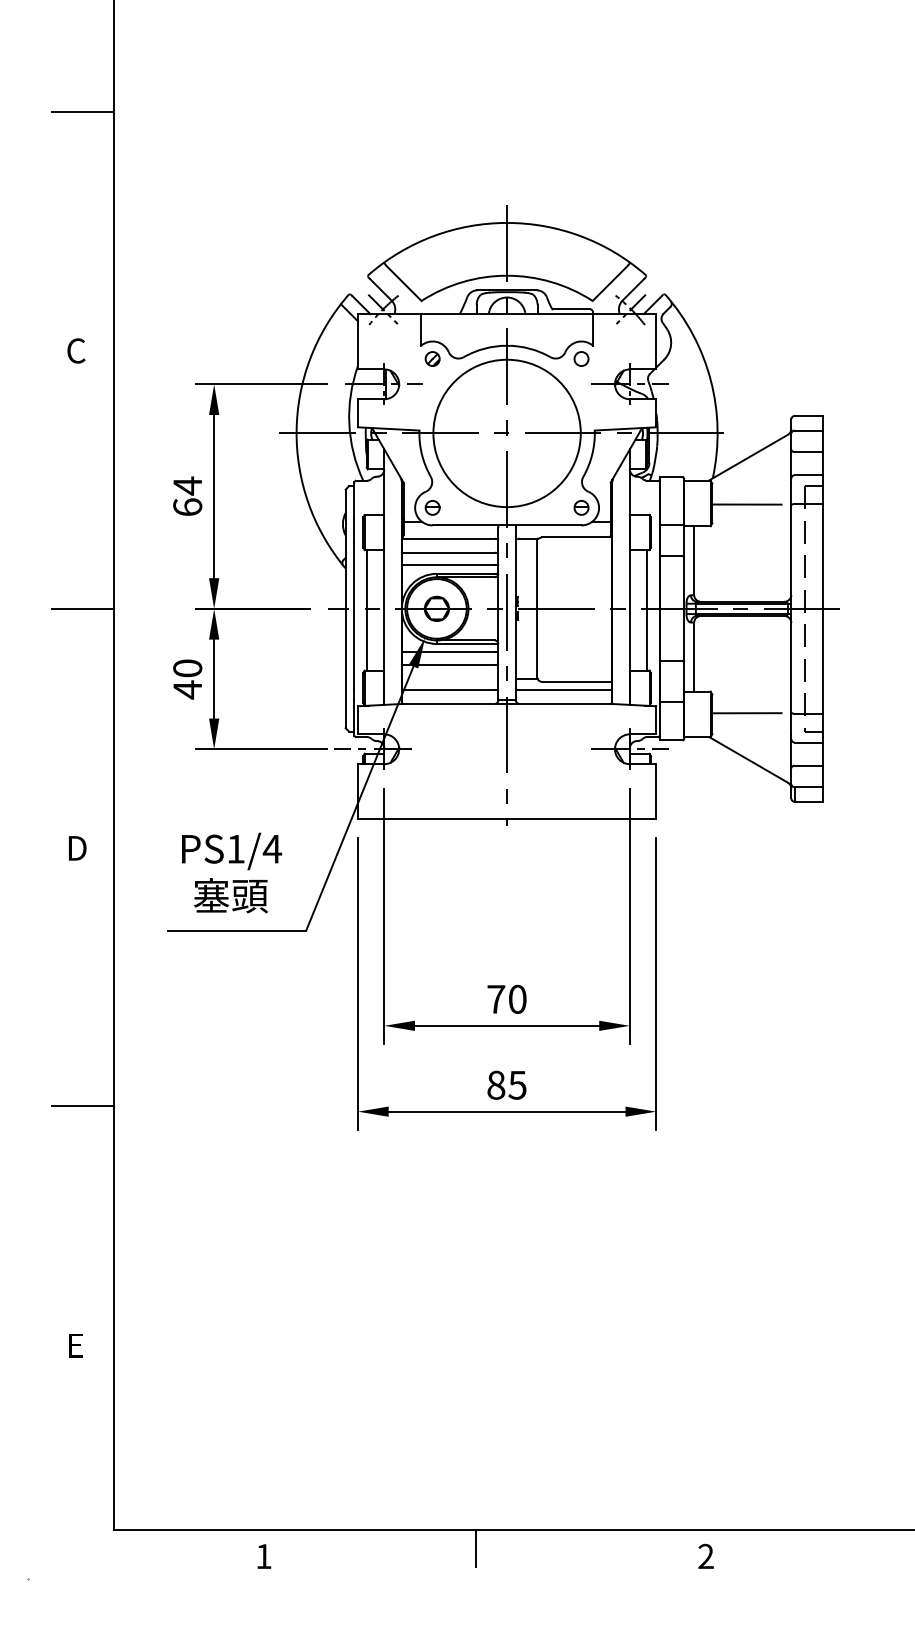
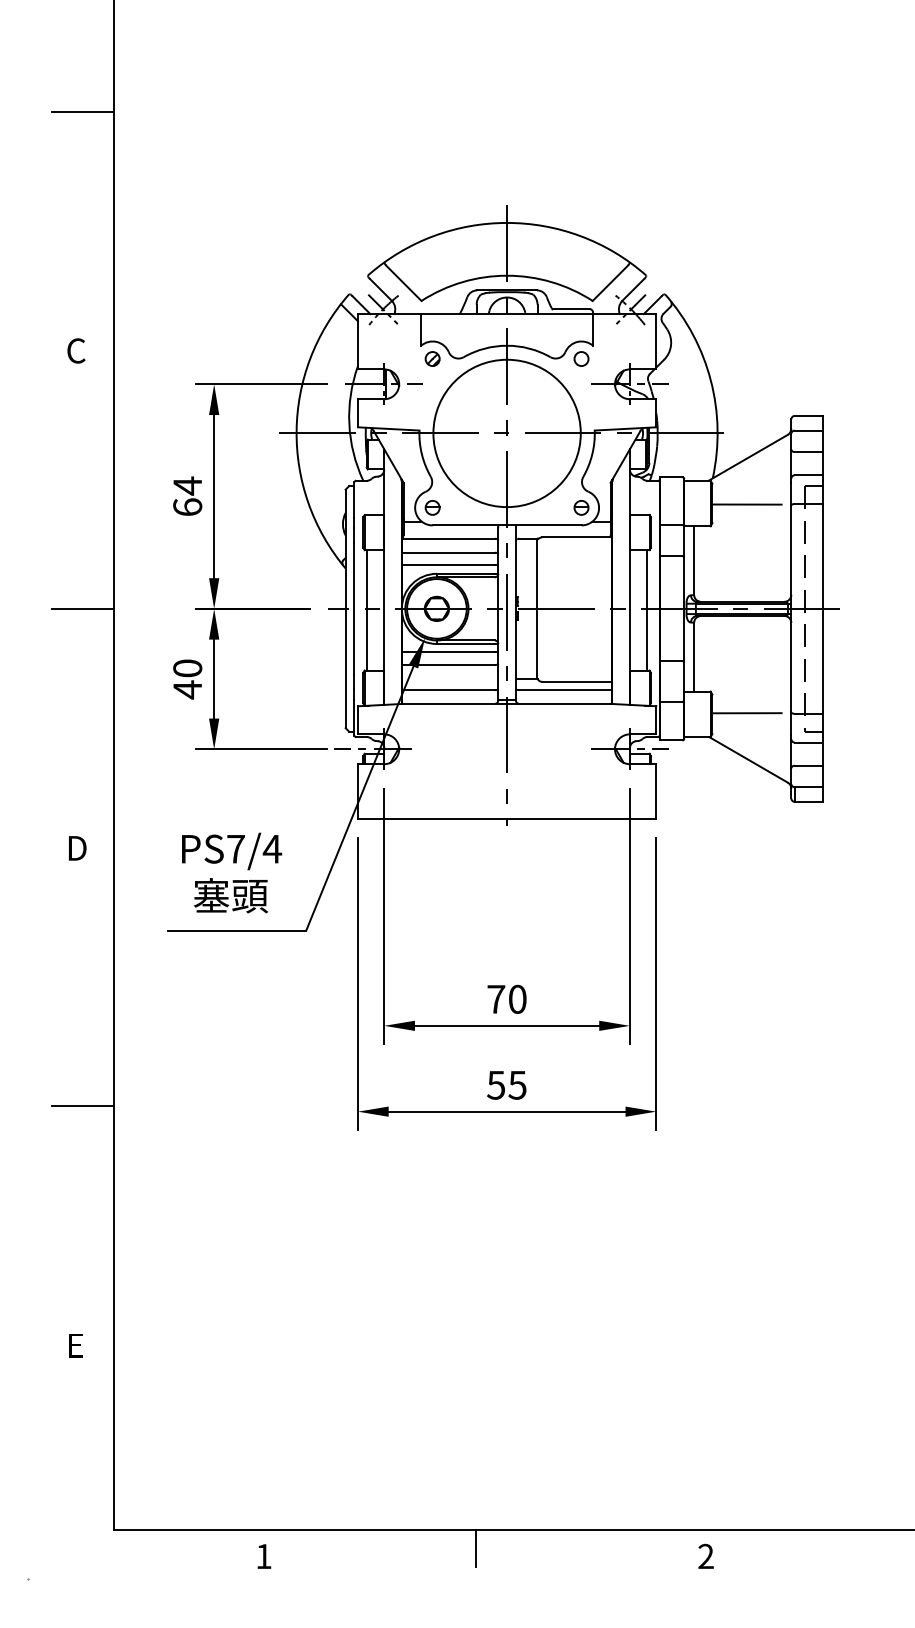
text at (235, 849): PS1/4 -> PS7/4
text at (496, 1084): 85 -> 55
